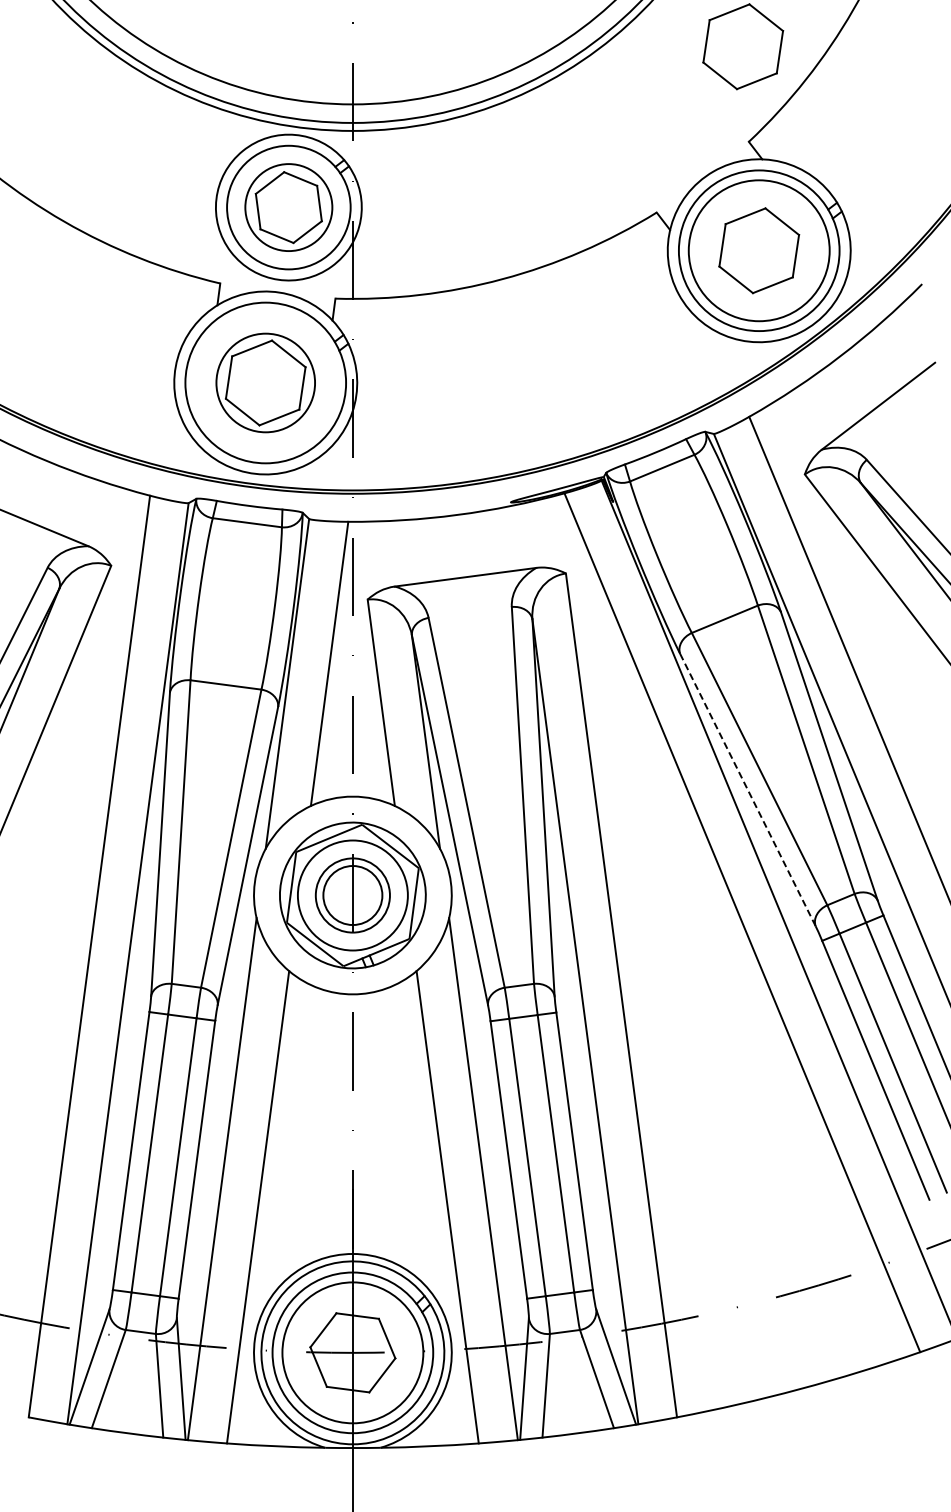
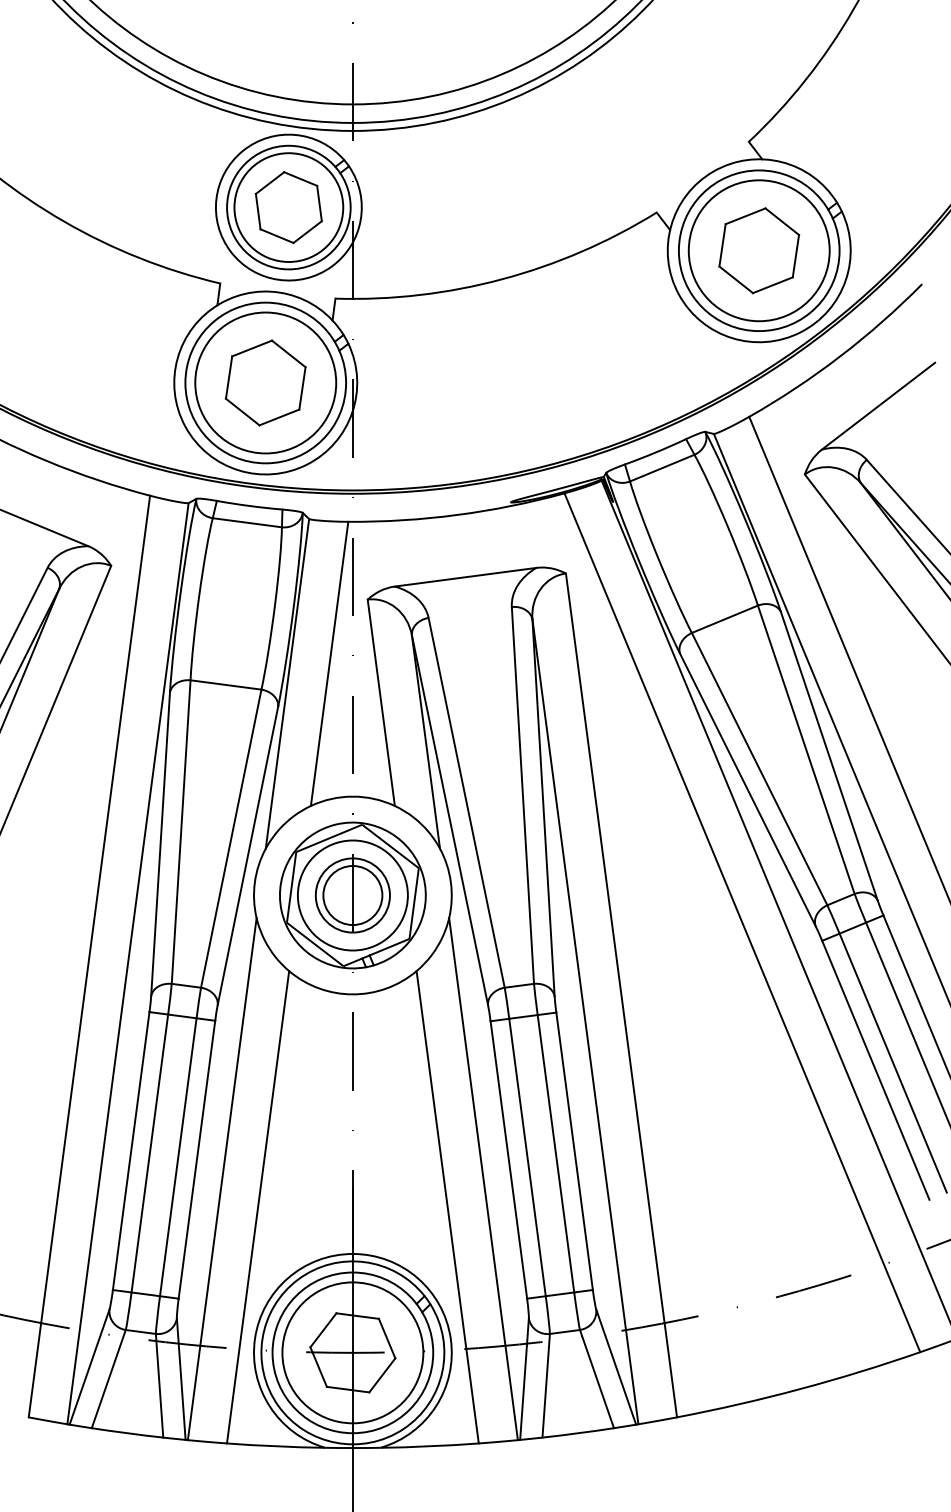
part at (743, 46): present -> none
circle at (288, 207) diameter: 87 px -> 109 px
circle at (265, 382) diameter: 99 px -> 141 px
line at (748, 790): dashed -> solid
